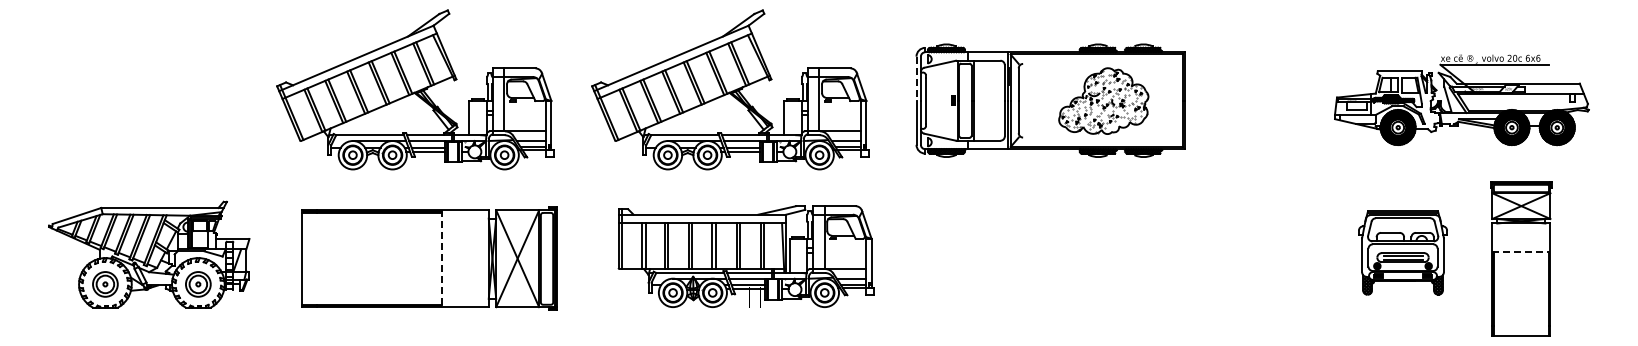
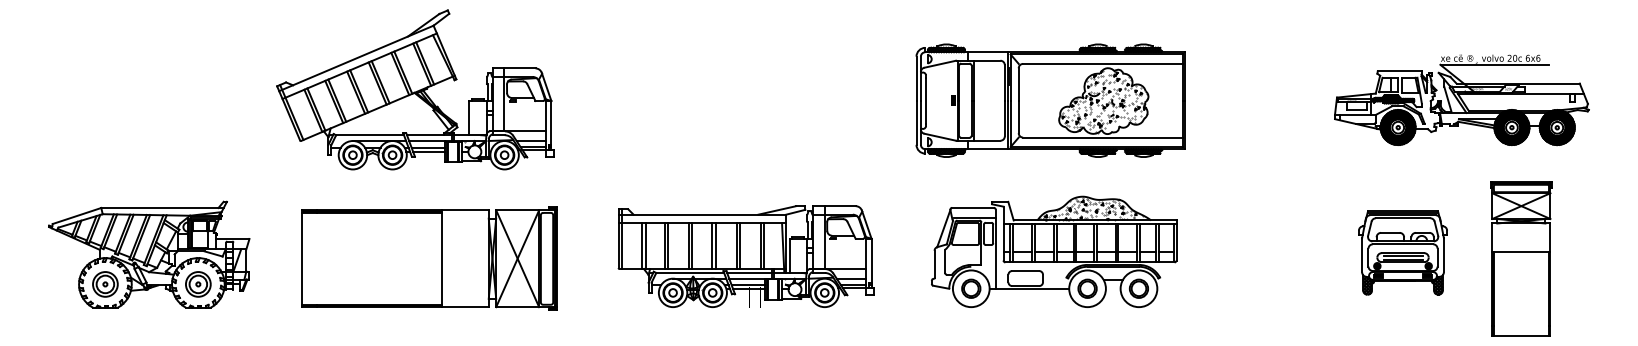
line at (1103, 63): none -> present
line at (916, 79): dashed -> solid
part at (730, 89): present -> none
line at (1103, 137): none -> present
part at (1054, 251): none -> present
line at (1521, 251): dashed -> solid
line at (441, 259): dashed -> solid
